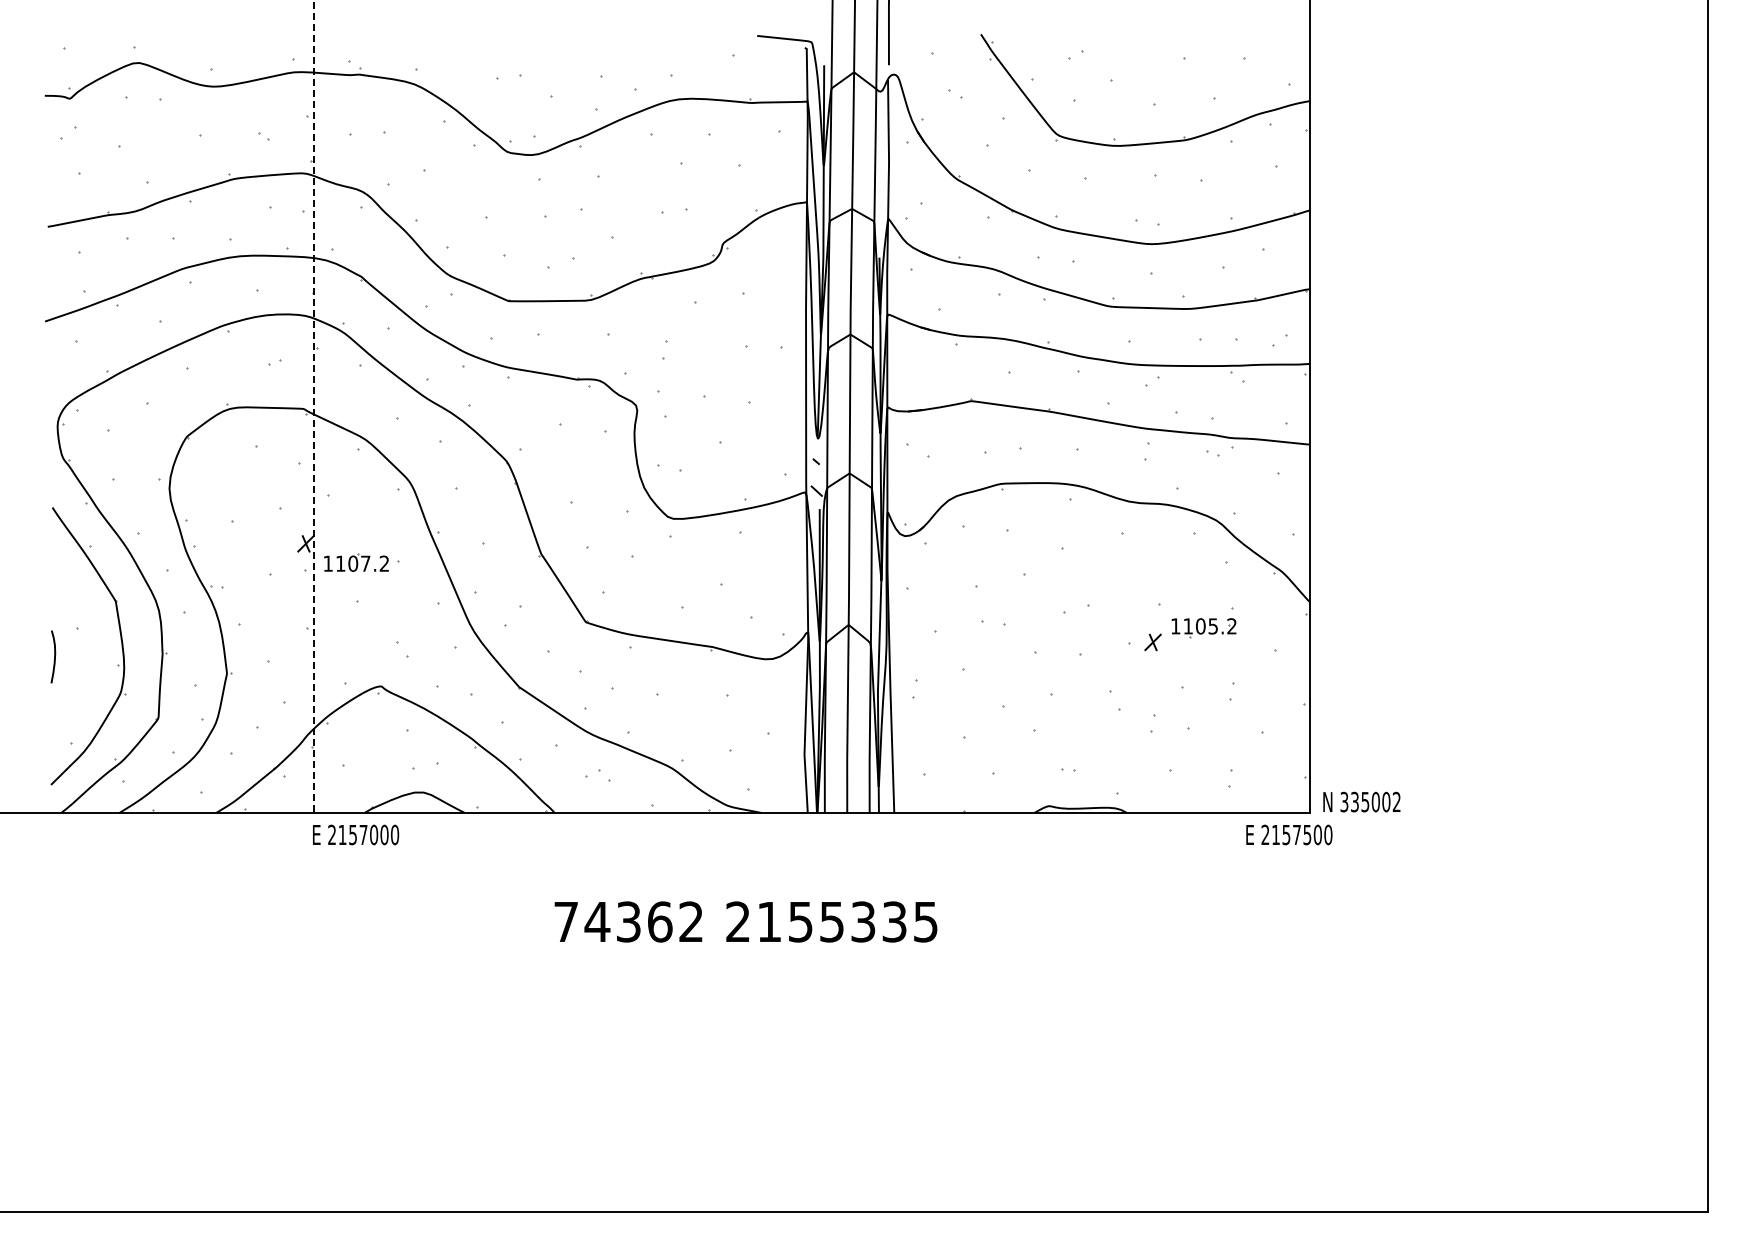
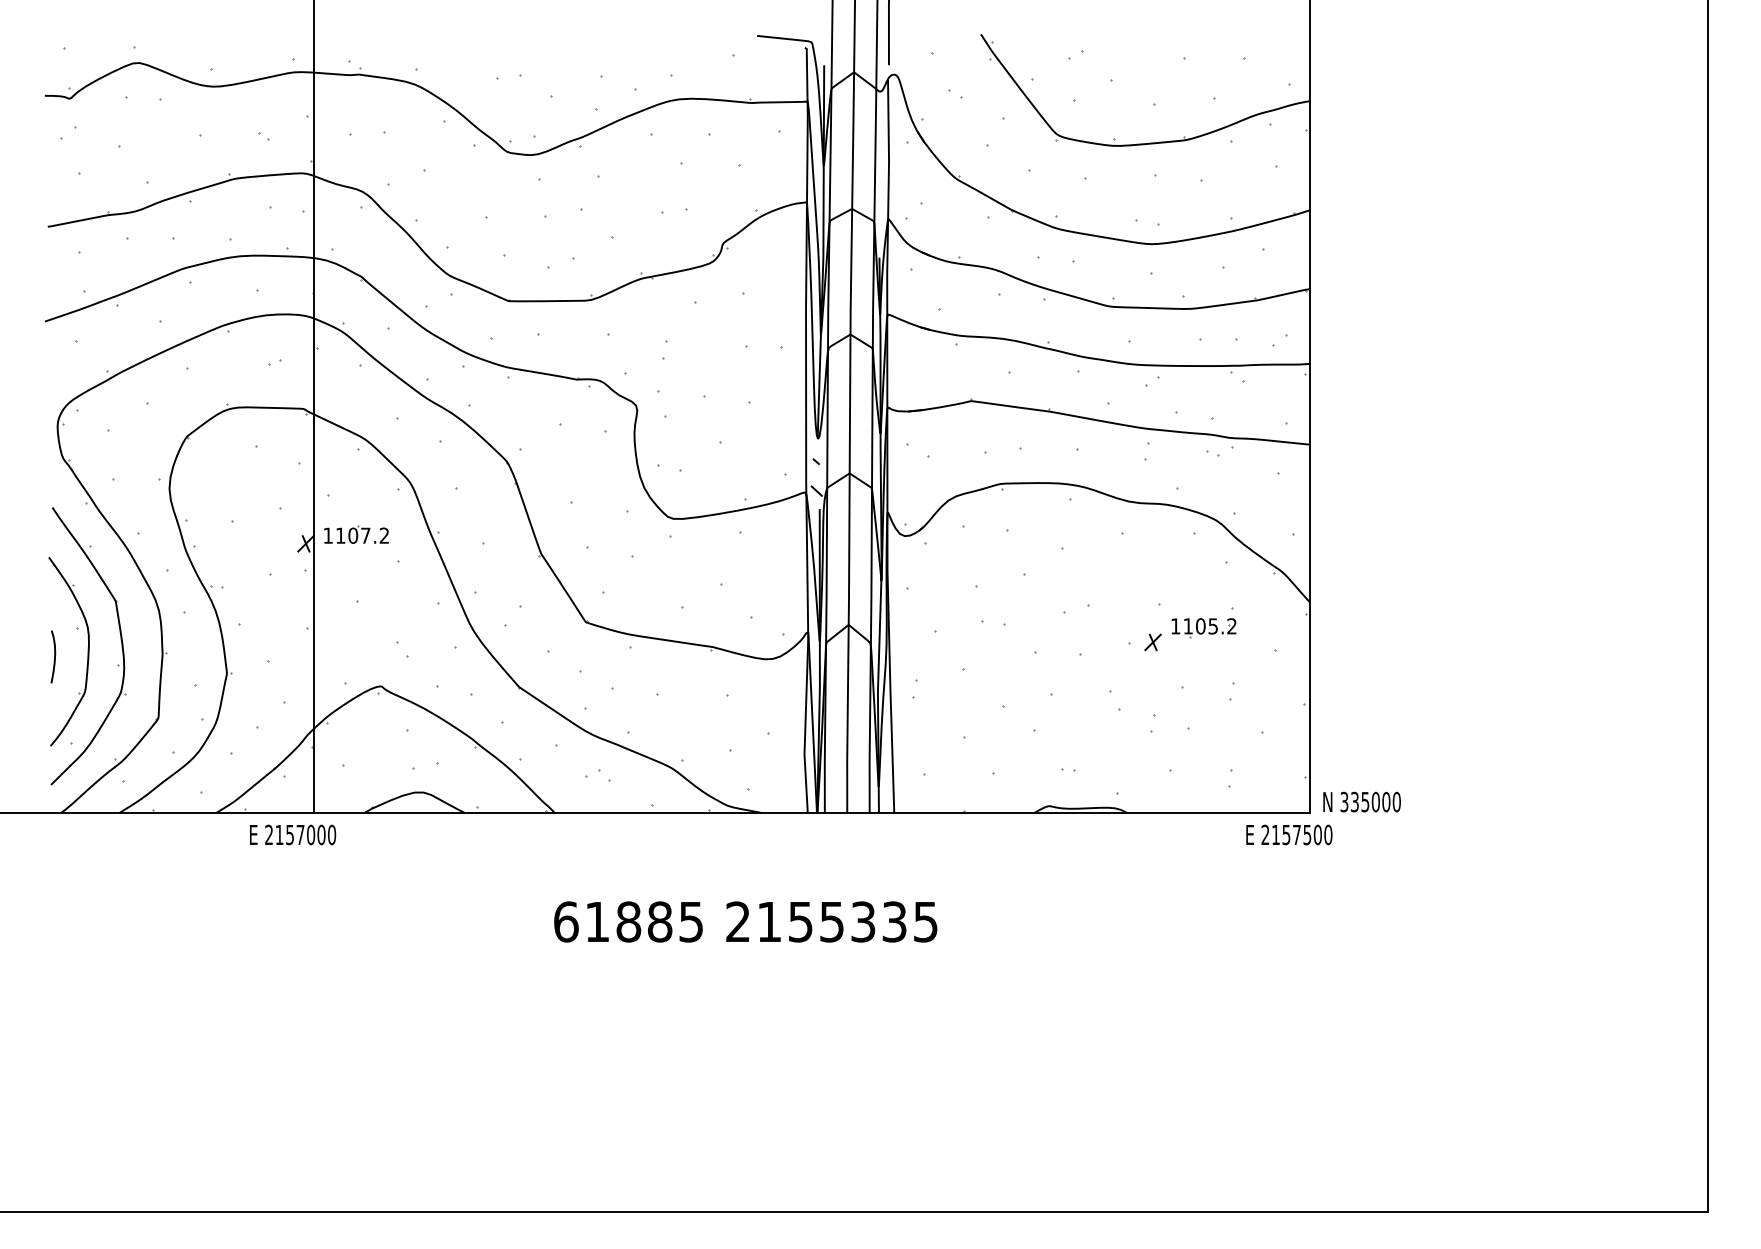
line at (313, 407): dashed -> solid
part at (356, 562) position: (356, 562) -> (356, 534)
part at (87, 651): none -> present
text at (1396, 802): 335002 -> 335000
text at (356, 834) position: (356, 834) -> (293, 834)
text at (628, 921): 74362 -> 61885
